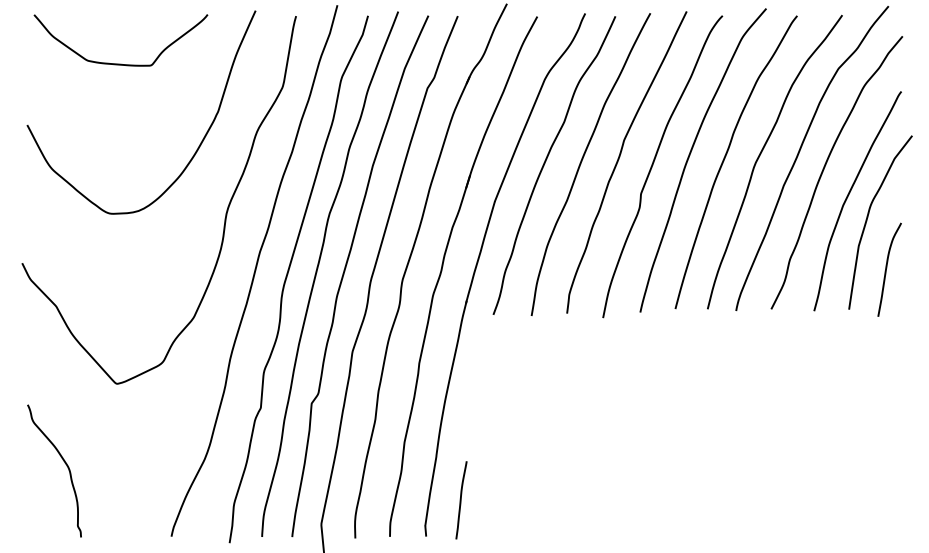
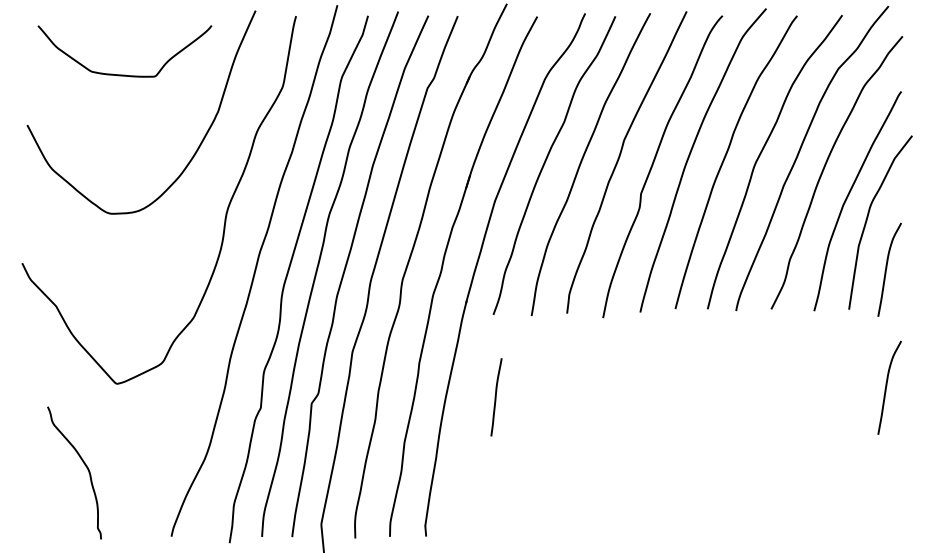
curve at (120, 63) position: (120, 63) -> (124, 74)
curve at (887, 386): none -> present
curve at (64, 463) position: (64, 463) -> (84, 465)
curve at (461, 500) position: (461, 500) -> (496, 397)
